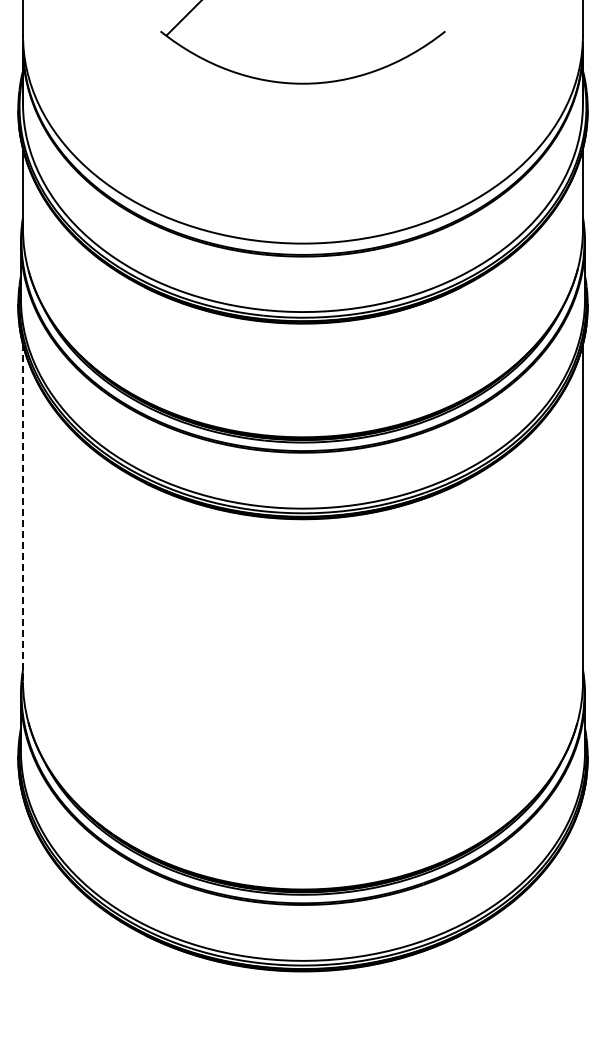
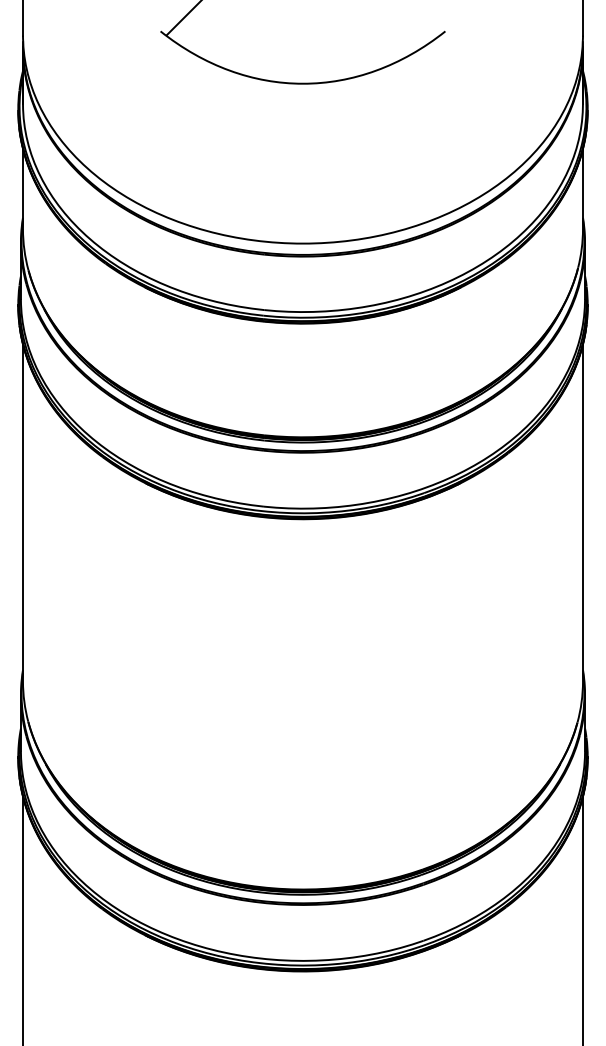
line at (23, 512): dashed -> solid
line at (23, 919): none -> present
line at (582, 919): none -> present
